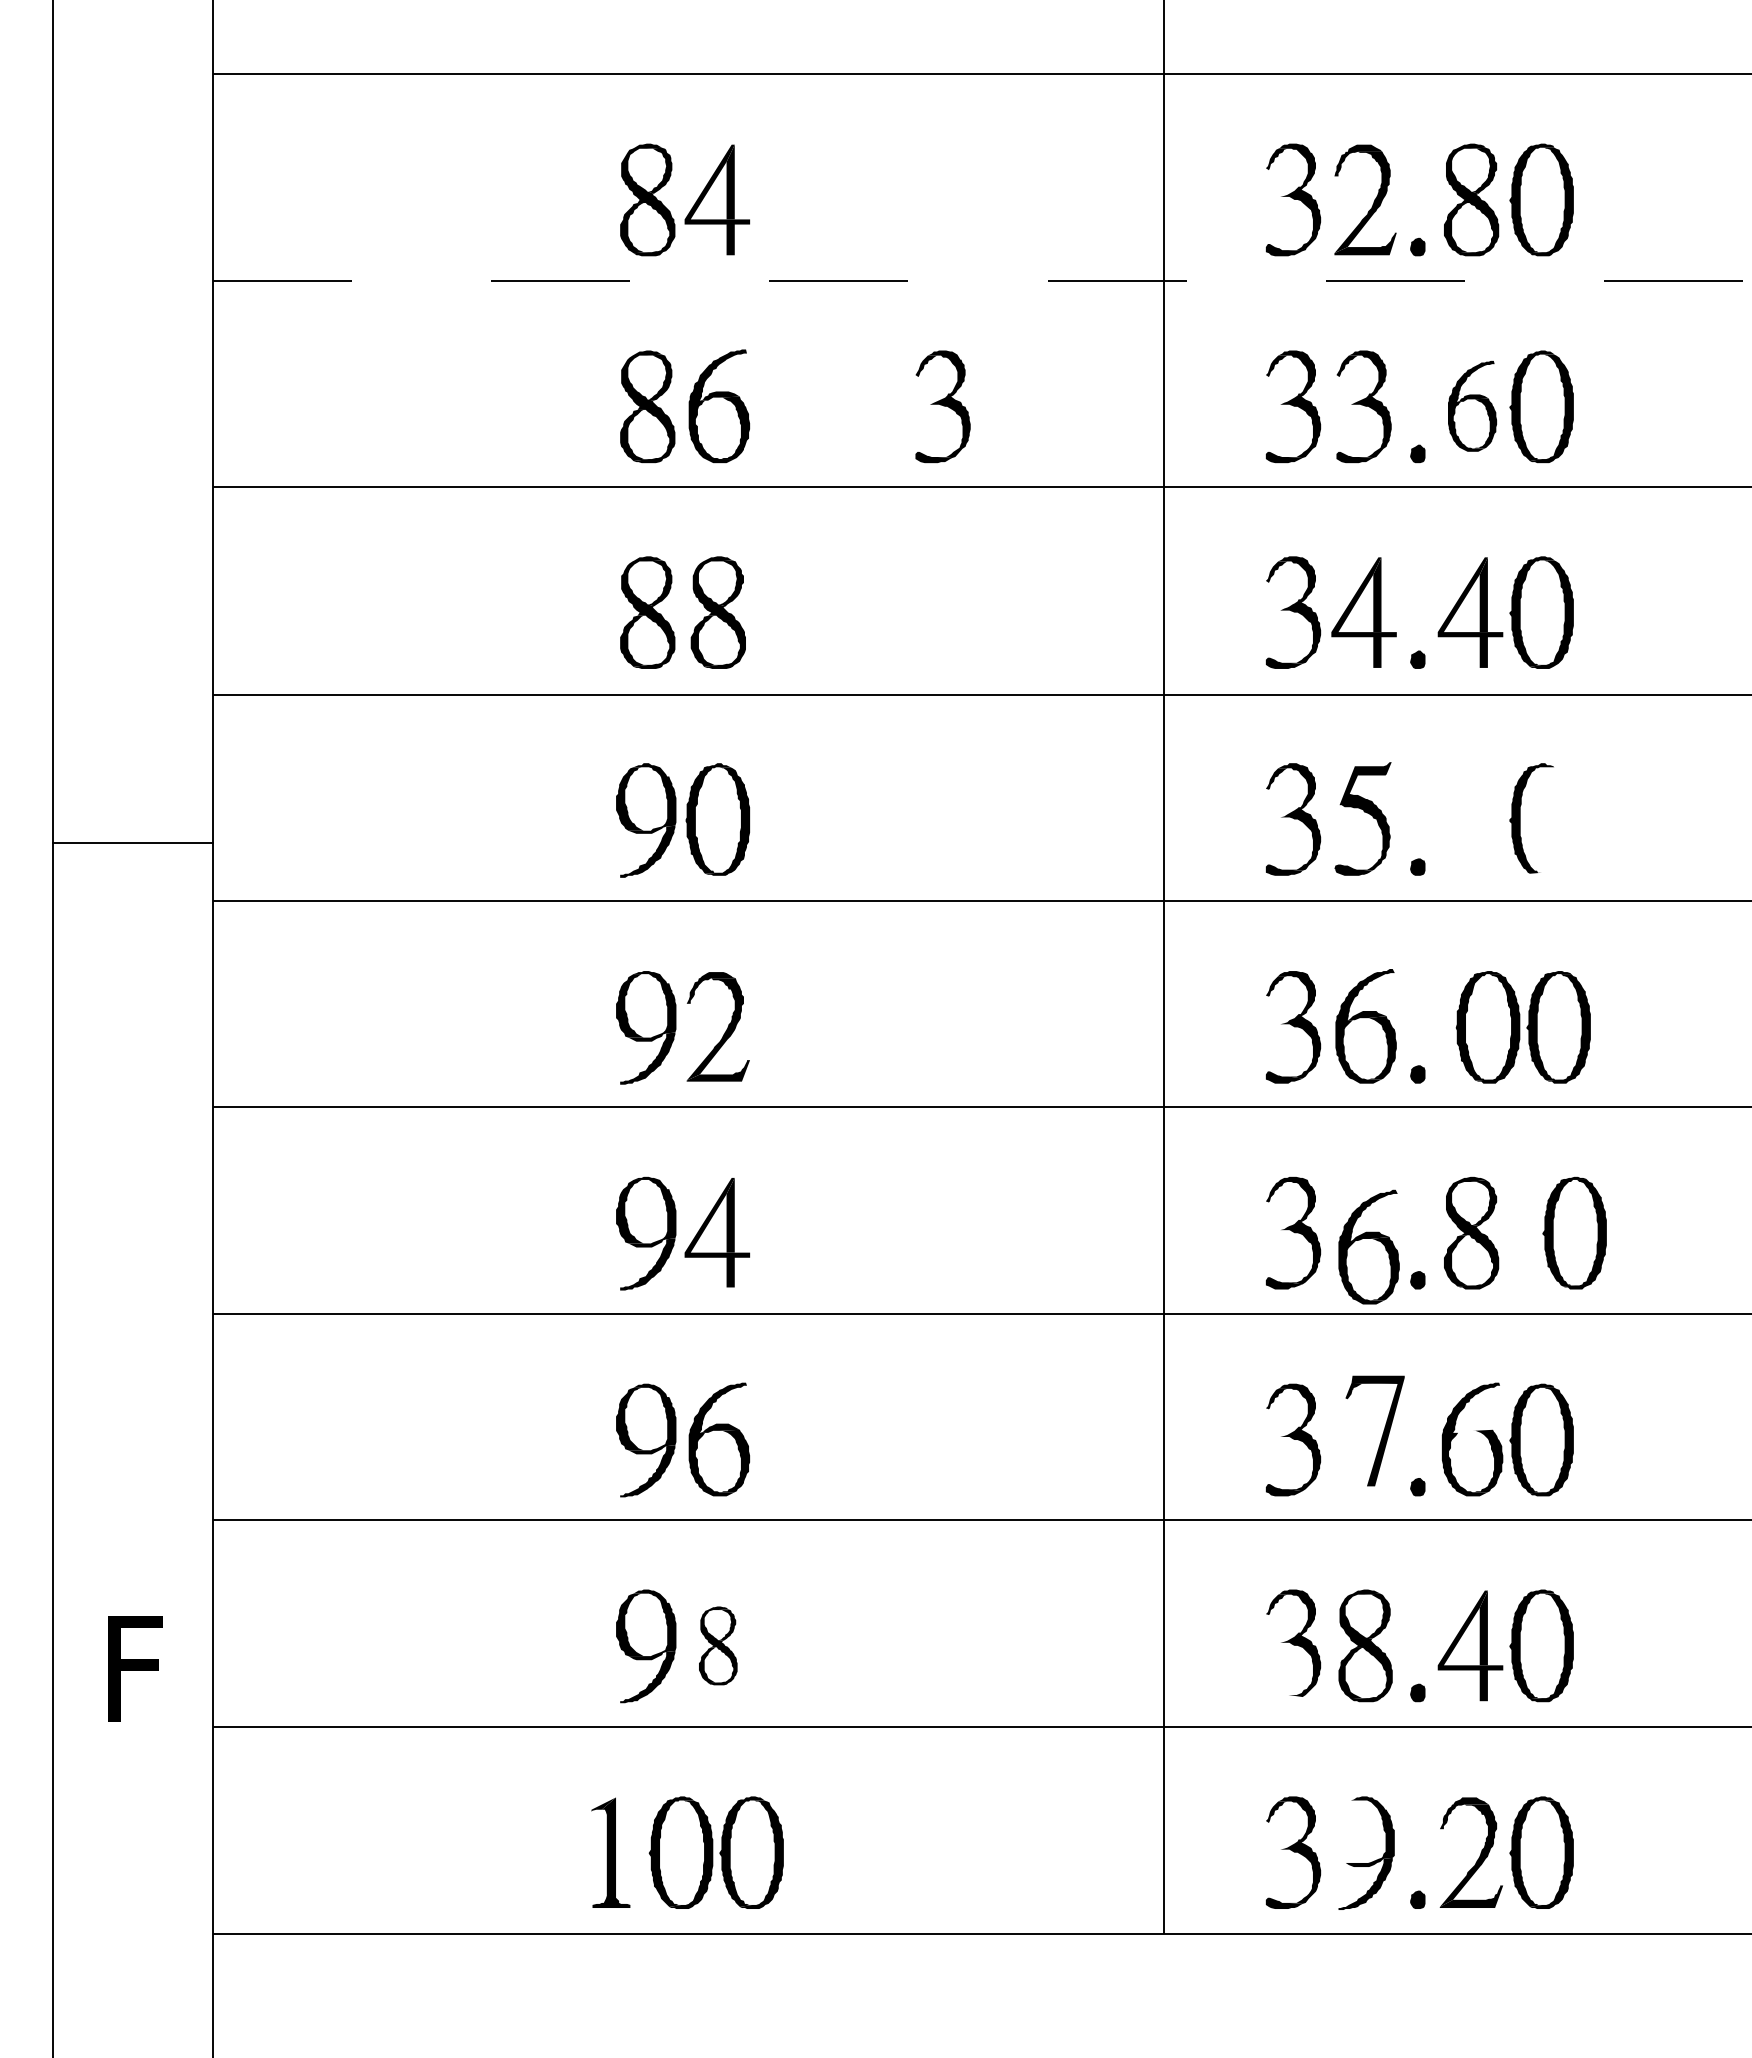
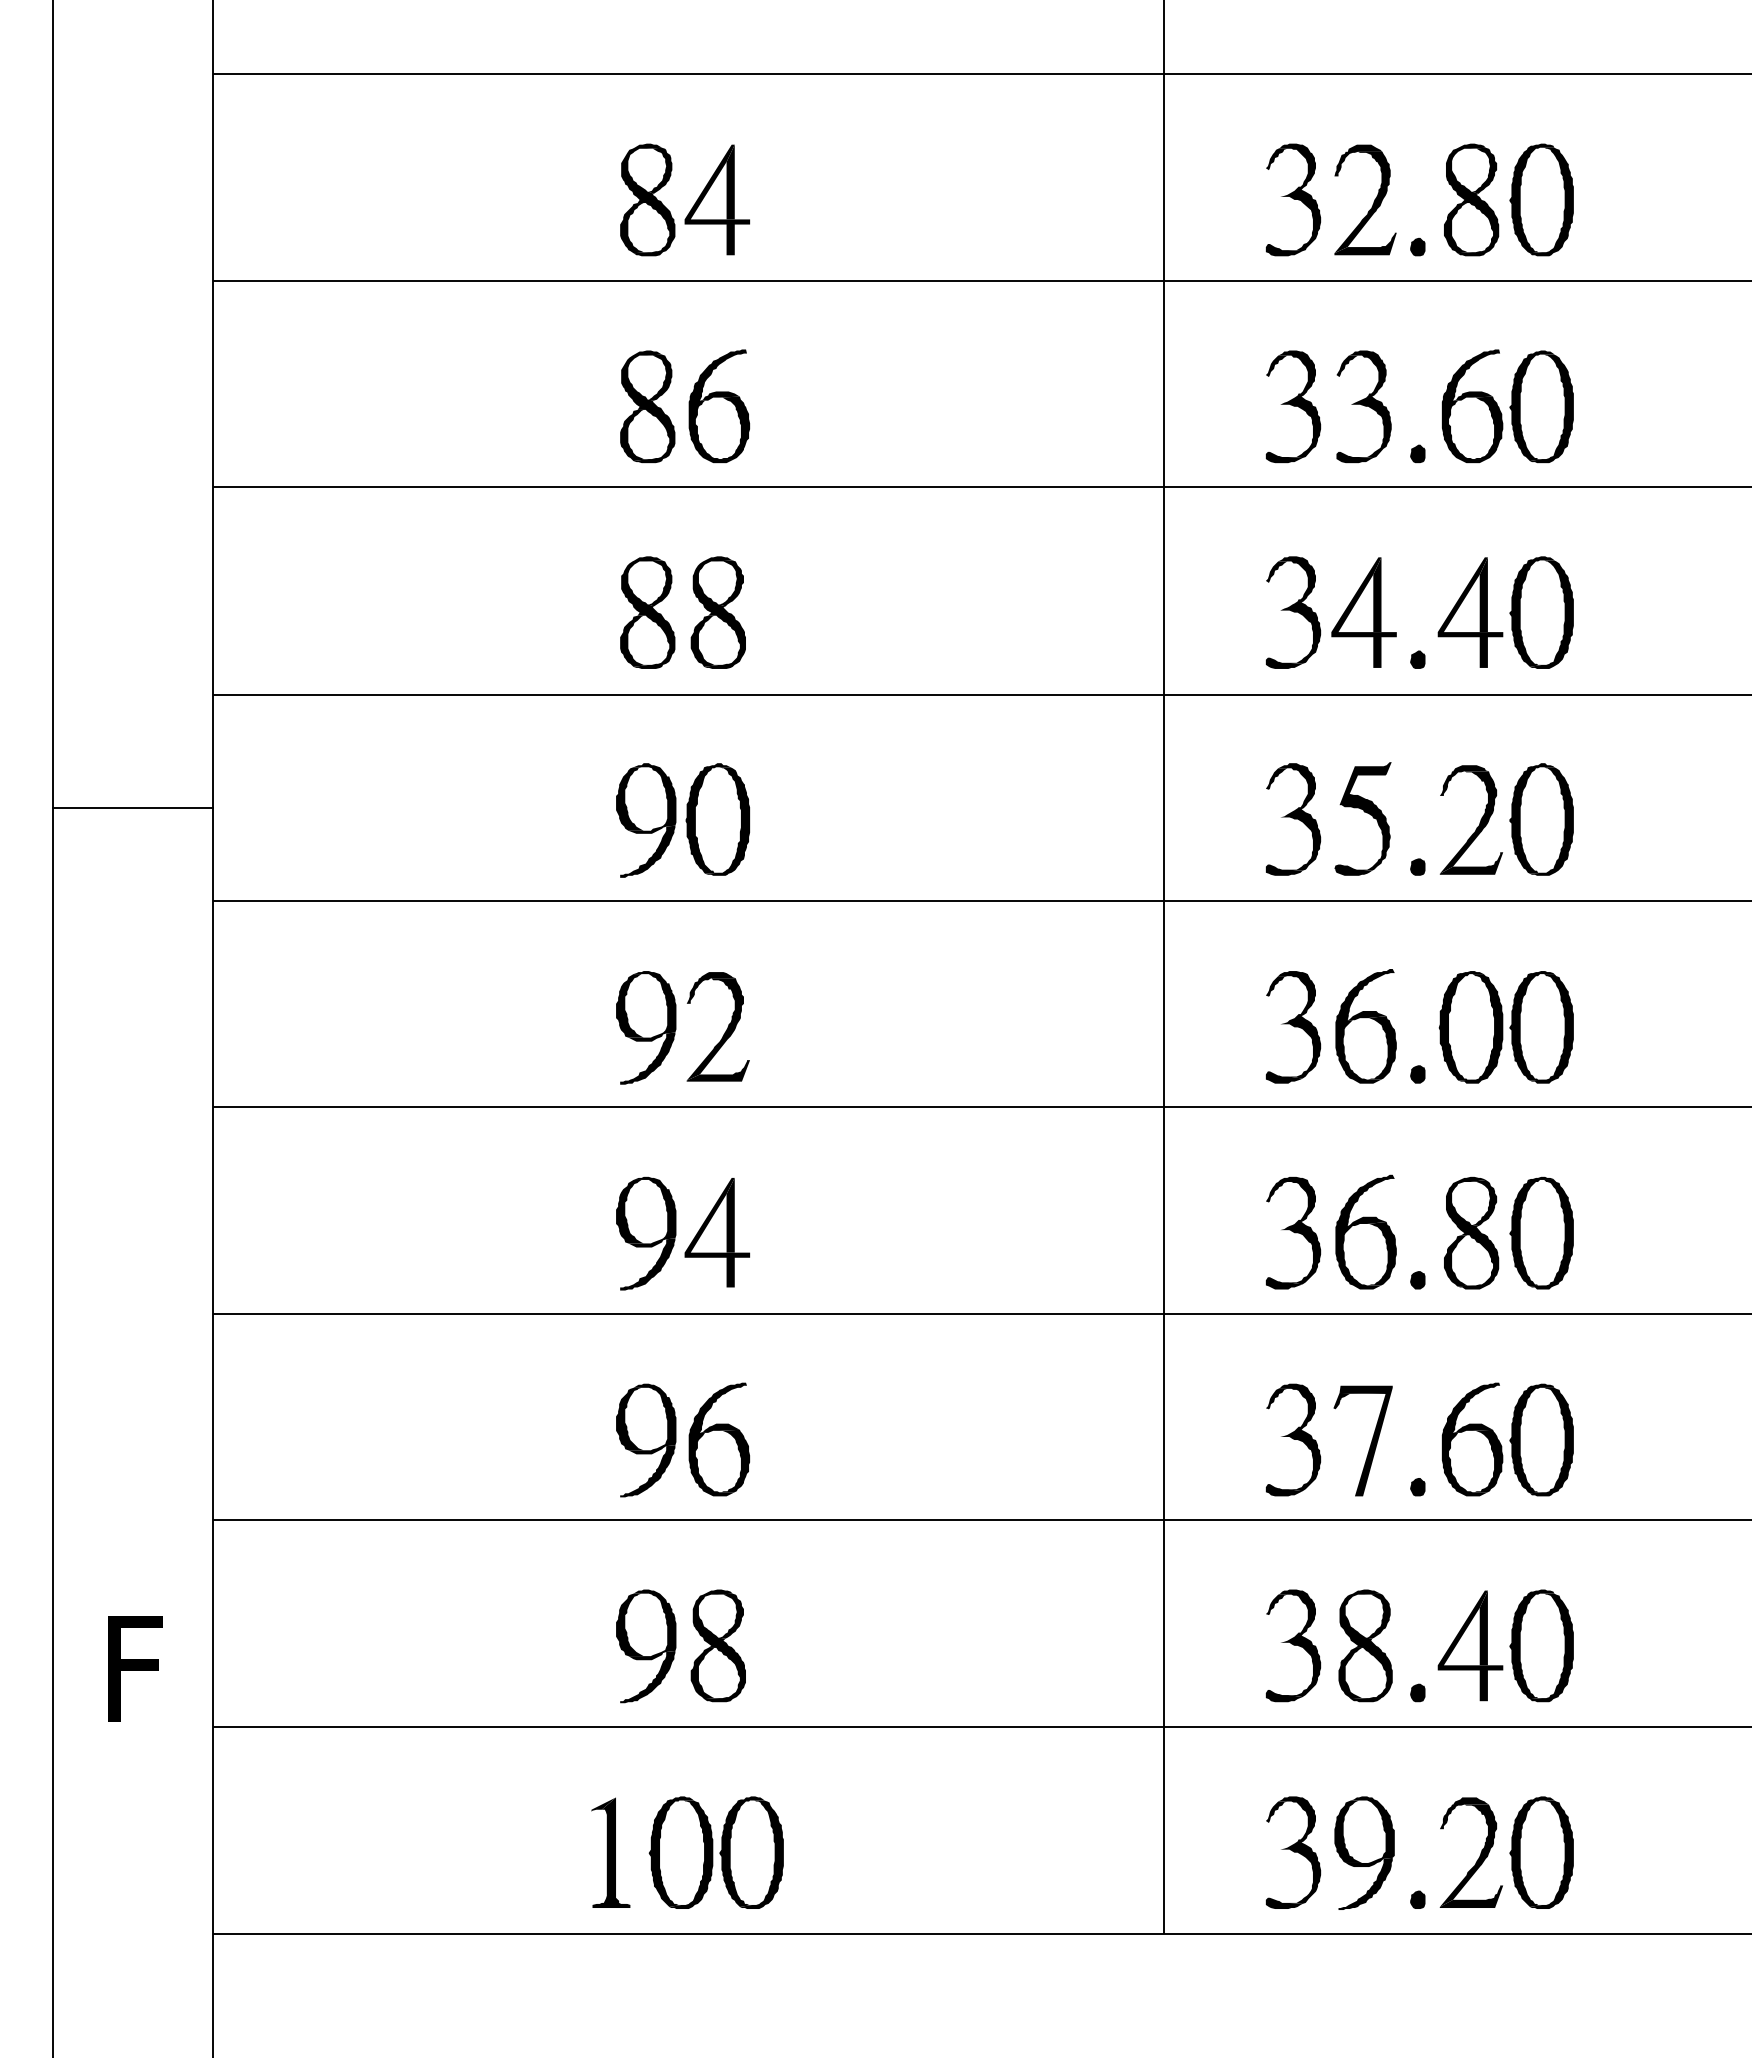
line at (982, 280): dashed -> solid
part at (1472, 405) size: 50x92 px -> 63x115 px
part at (942, 406): present -> none
fill at (1551, 821): none -> present
part at (1479, 822): none -> present
line at (132, 842) position: (132, 842) -> (132, 807)
part at (1522, 1027) position: (1522, 1027) -> (1505, 1027)
part at (1574, 1232) position: (1574, 1232) -> (1541, 1232)
part at (1368, 1246) position: (1368, 1246) -> (1365, 1231)
fill at (1473, 1427): none -> present
part at (1382, 1433) position: (1382, 1433) -> (1370, 1443)
part at (718, 1645) size: 39x80 px -> 56x114 px
fill at (1283, 1695): none -> present
fill at (1350, 1831): none -> present
